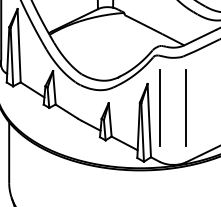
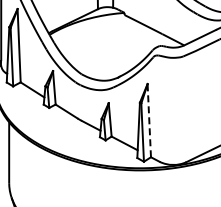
line at (159, 107): present -> none
line at (186, 107): present -> none
line at (149, 120): solid -> dashed
